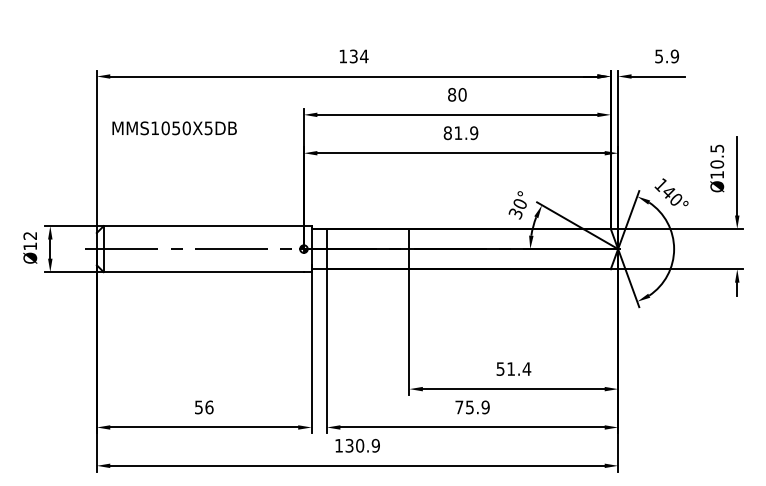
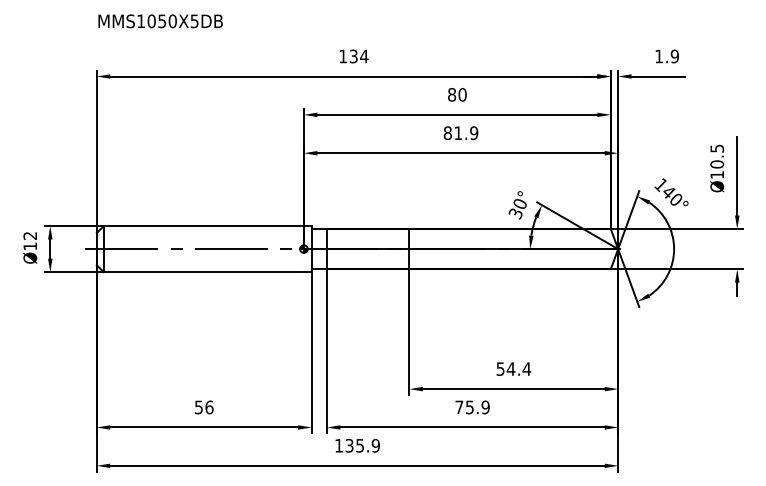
text at (658, 56): 5.9 -> 1.9
text at (174, 128) position: (174, 128) -> (160, 21)
text at (510, 368): 51.4 -> 54.4
text at (360, 445): 130.9 -> 135.9
